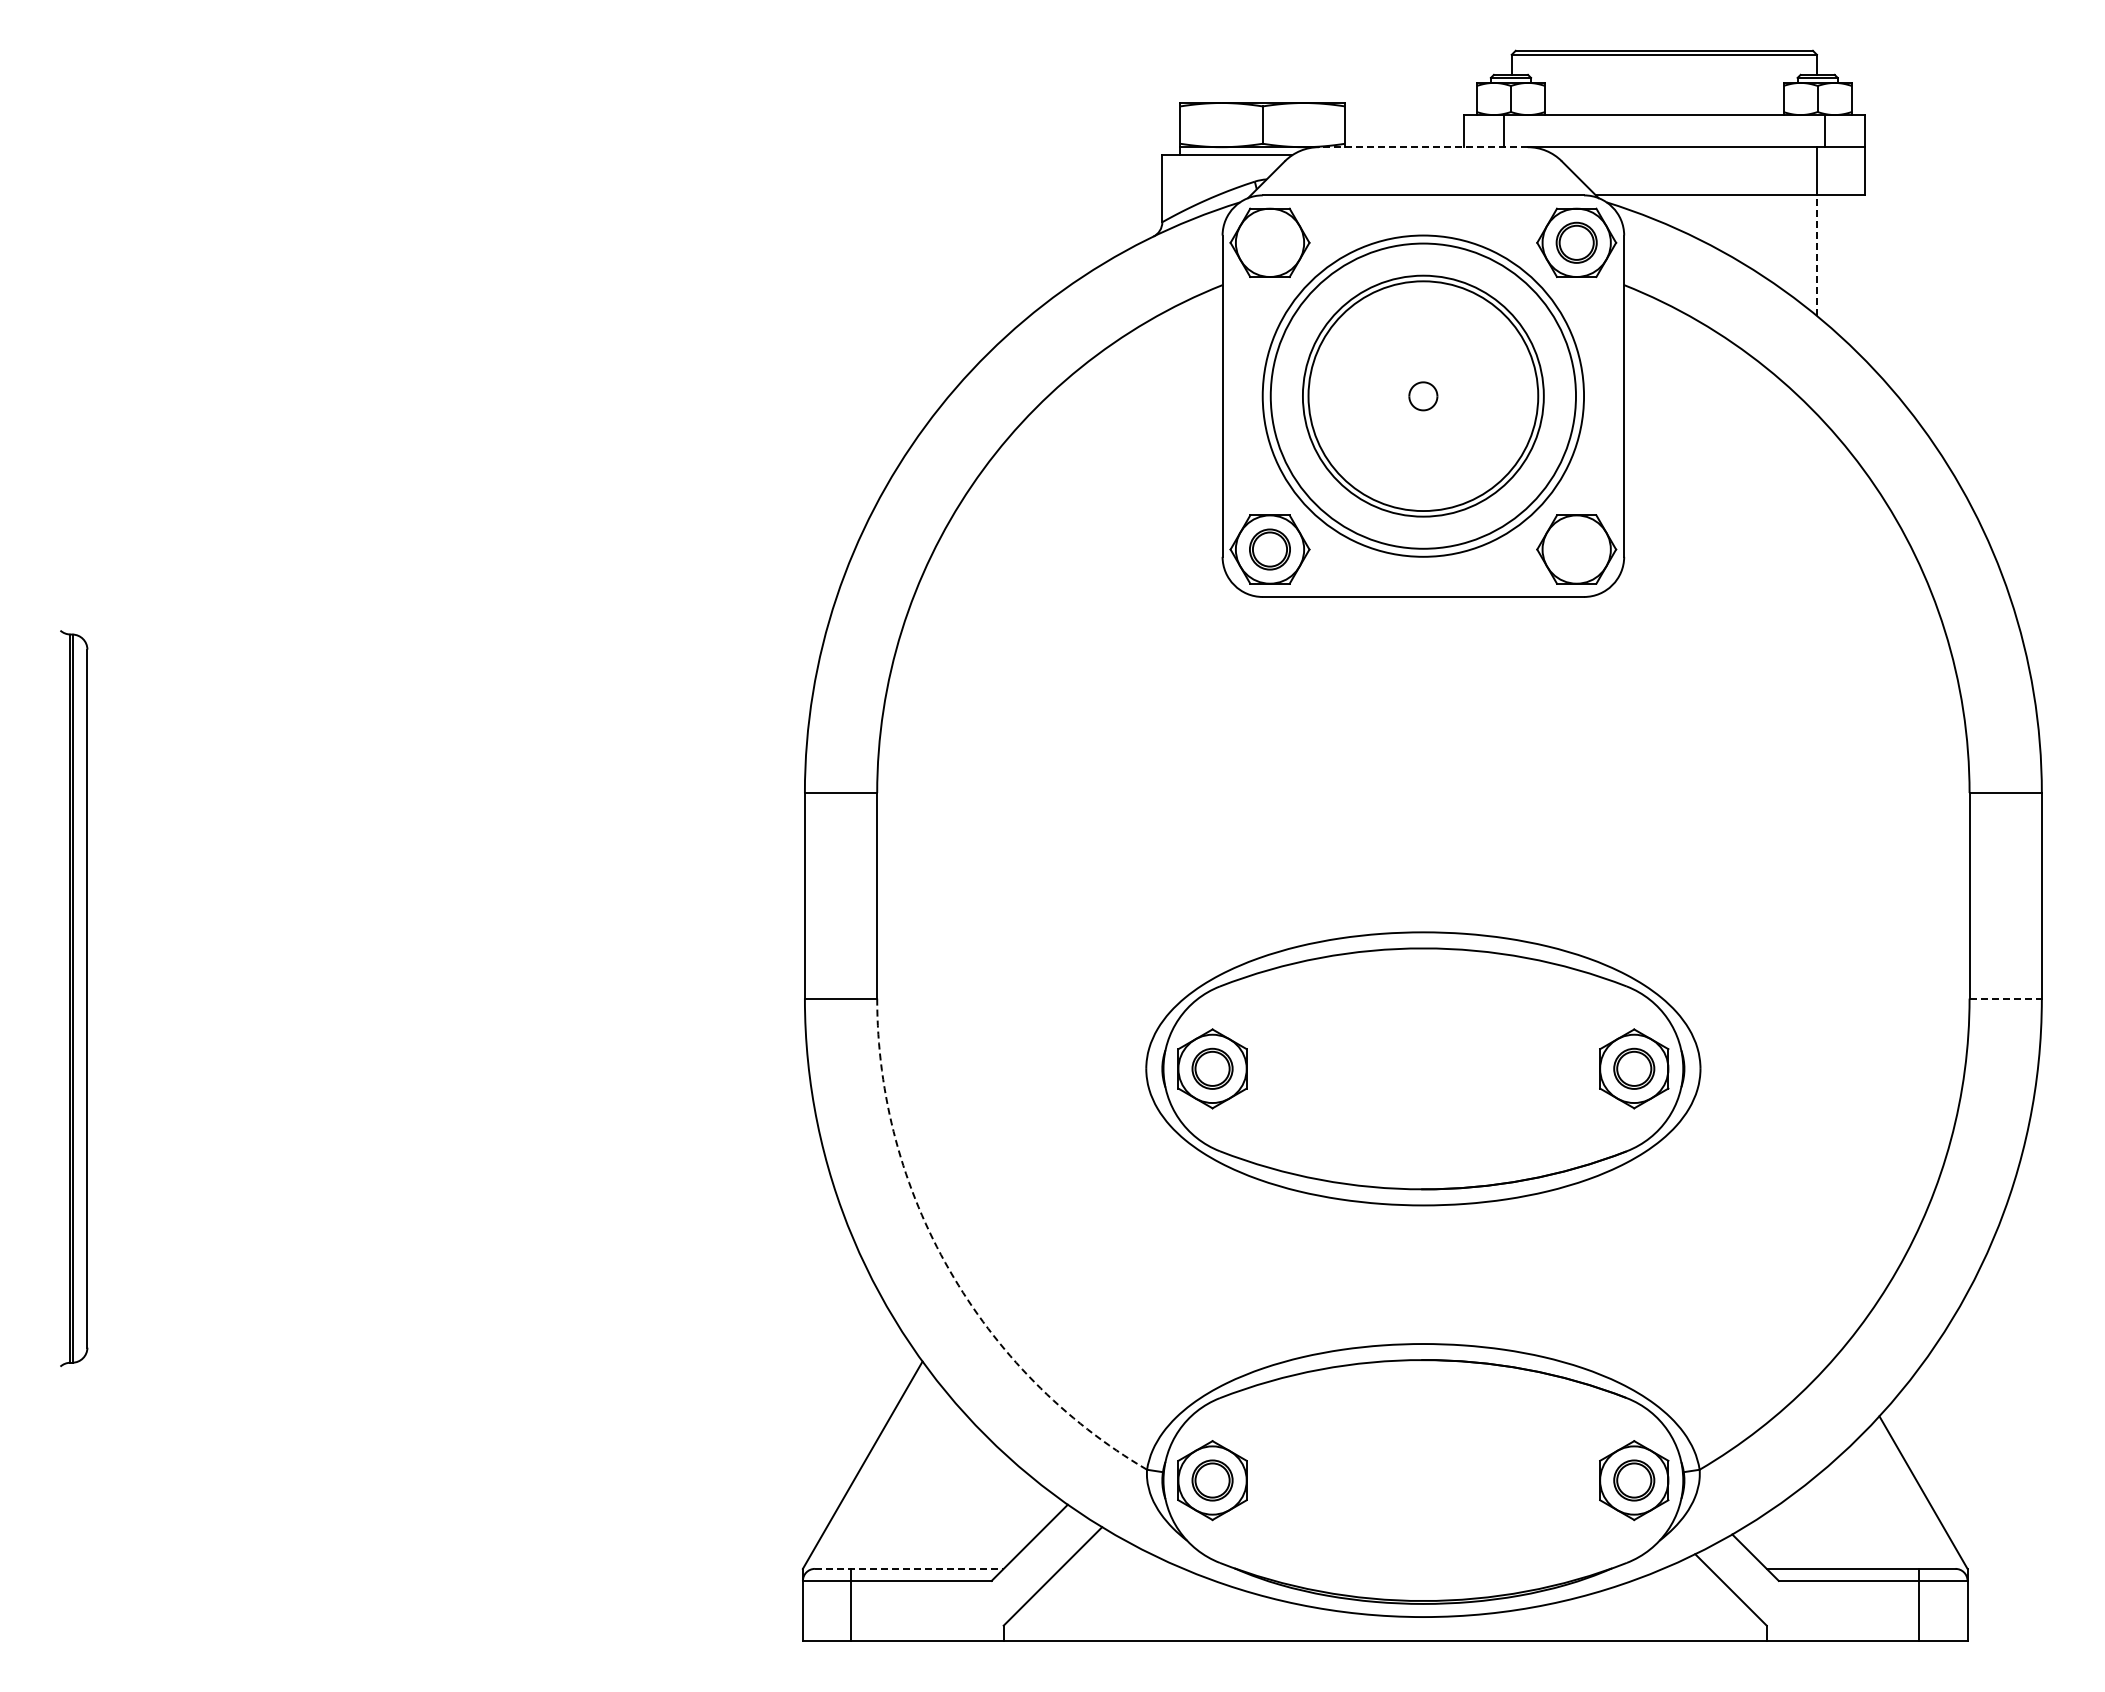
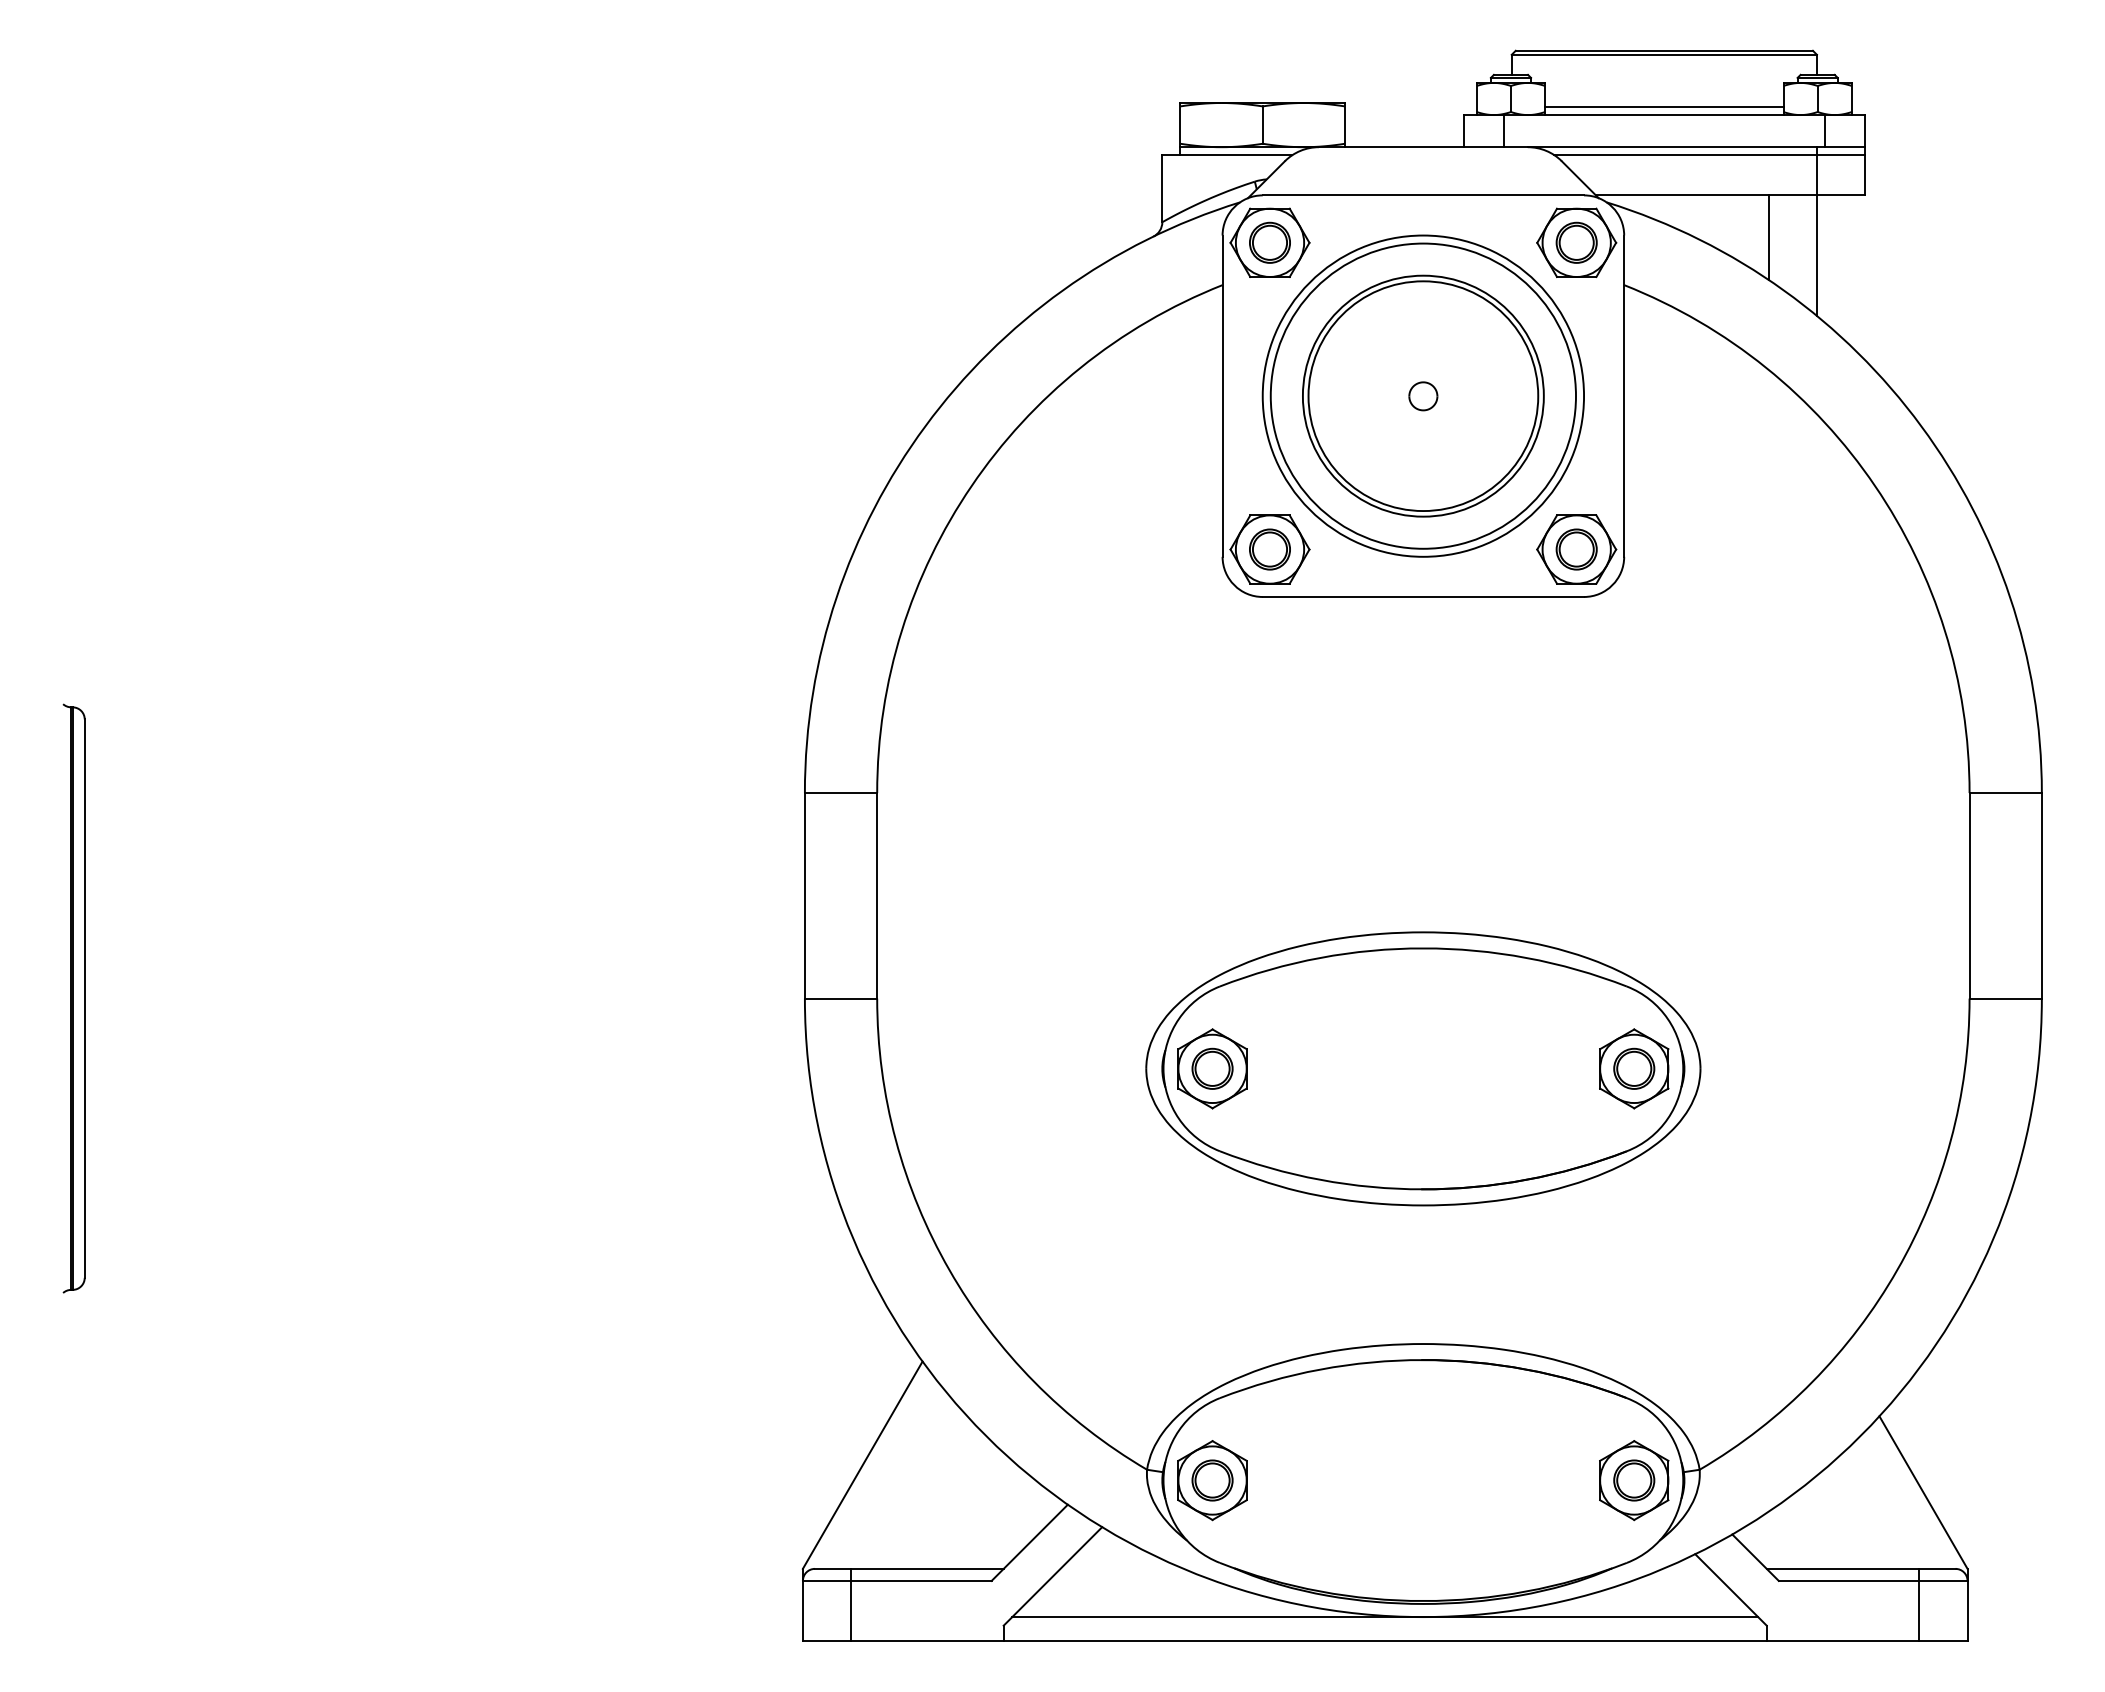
line at (1664, 107): none -> present
line at (1422, 147): dashed -> solid
line at (1709, 155): none -> present
line at (1768, 237): none -> present
part at (1269, 242): none -> present
line at (1816, 255): dashed -> solid
part at (1576, 549): none -> present
part at (74, 998) size: 29x737 px -> 24x591 px
line at (2006, 998): dashed -> solid
arc at (949, 1270): dashed -> solid
line at (909, 1568): dashed -> solid
line at (1385, 1617): none -> present
